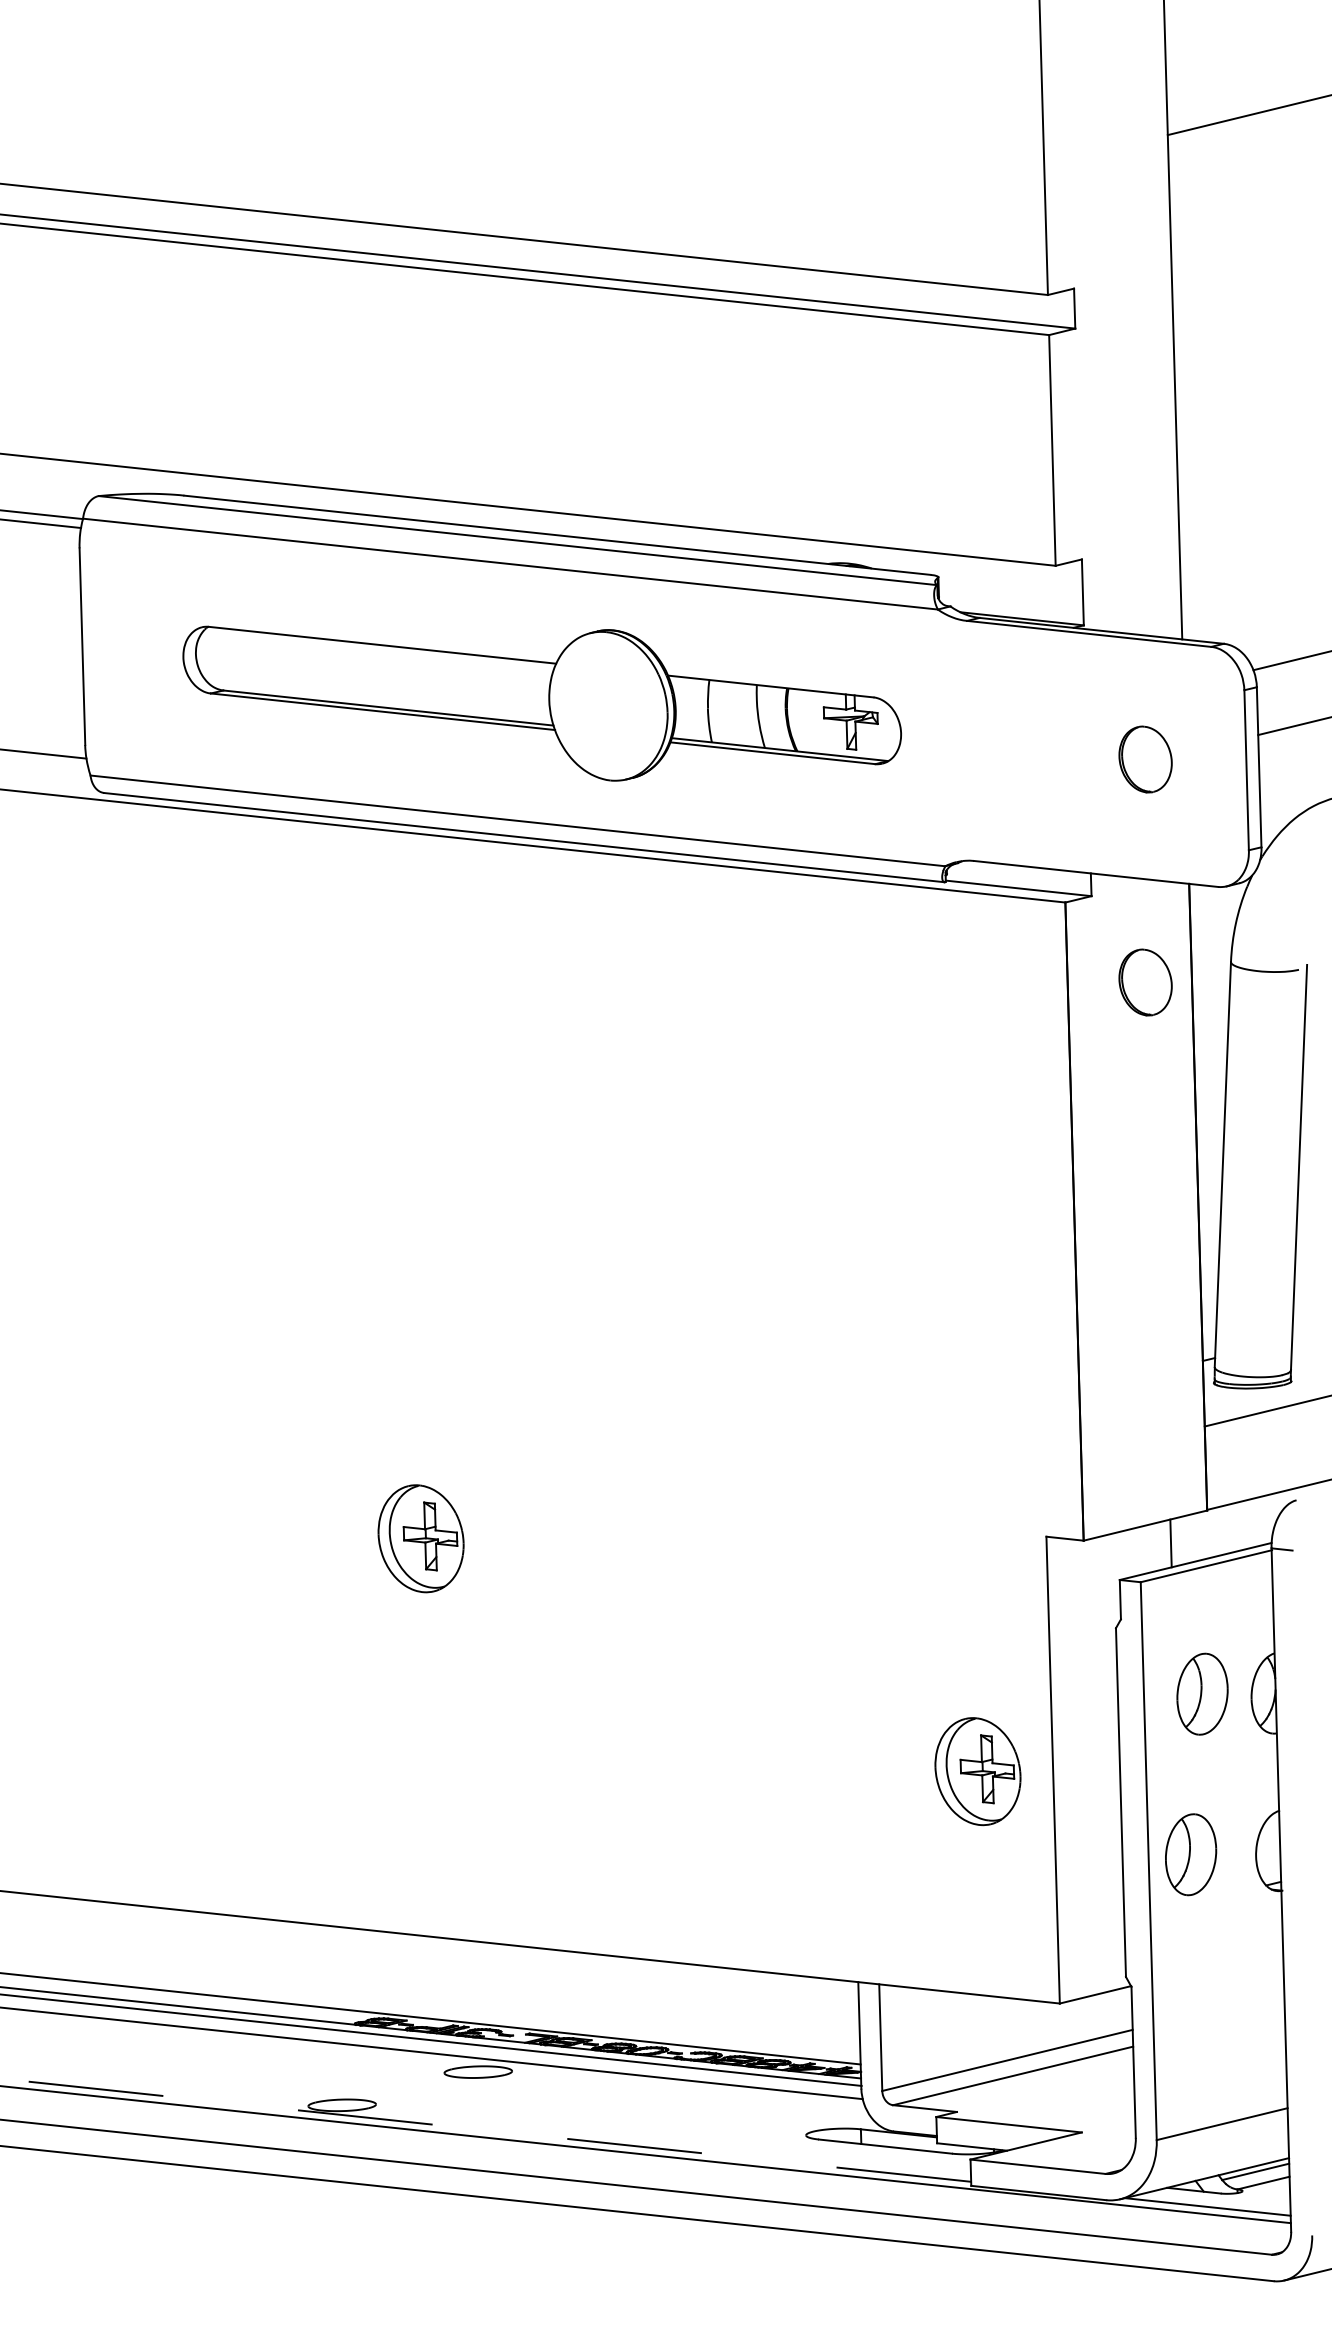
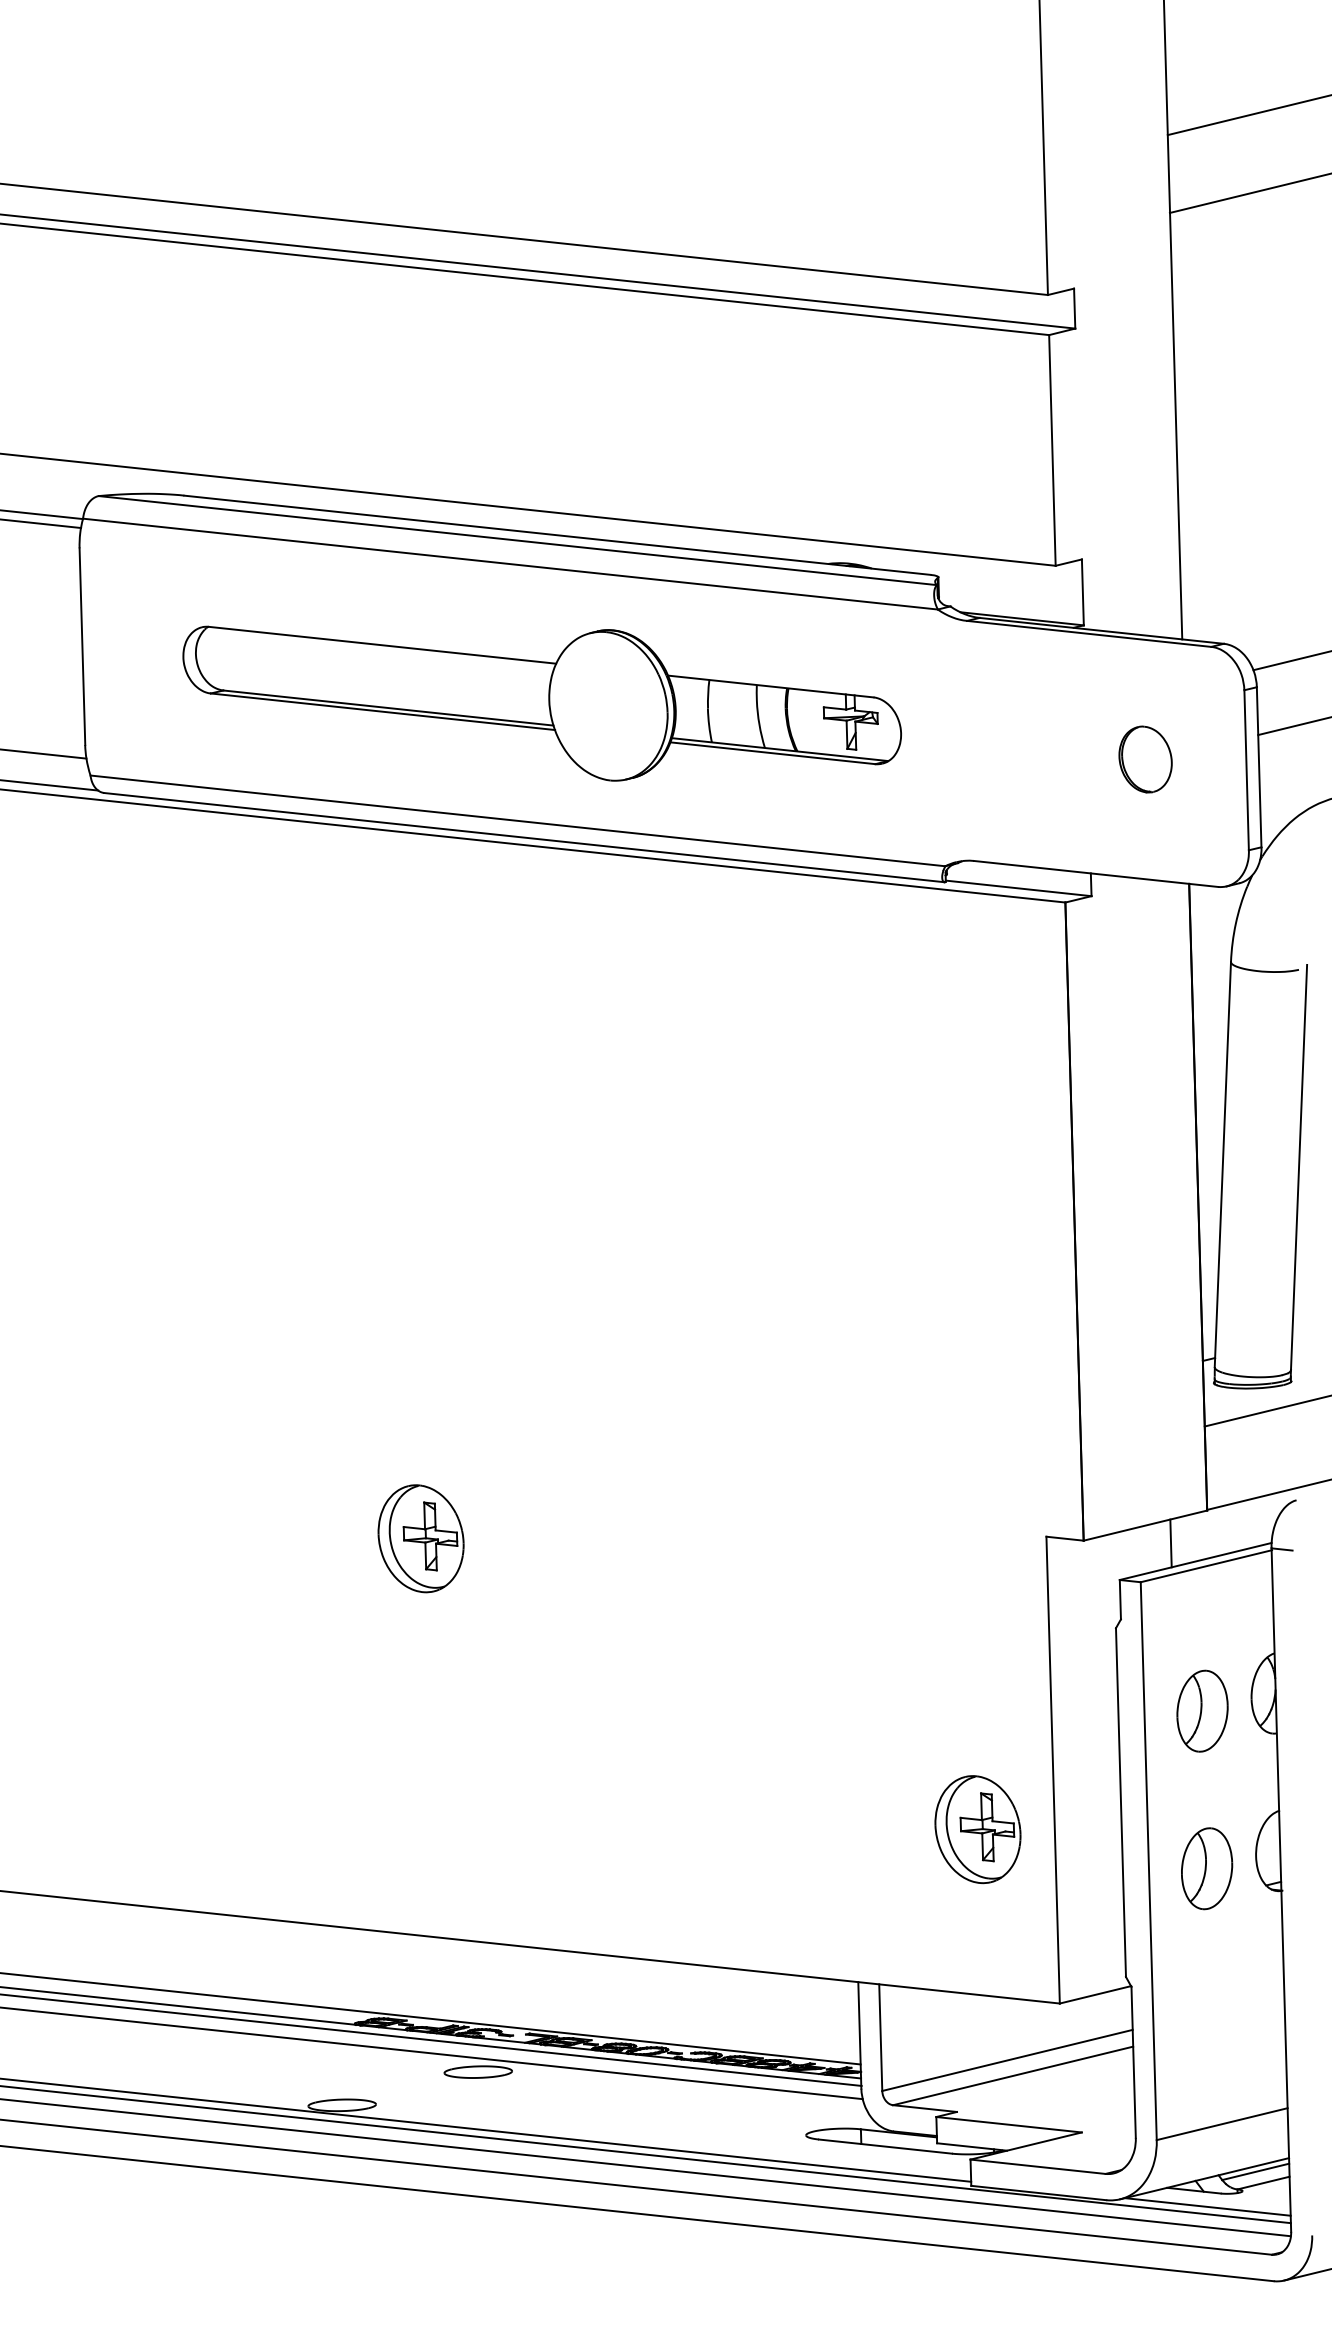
line at (1248, 193): none -> present
line at (50, 785): none -> present
part at (1145, 982): present -> none
part at (1202, 1693) position: (1202, 1693) -> (1202, 1710)
part at (977, 1771) position: (977, 1771) -> (977, 1829)
part at (1191, 1854) position: (1191, 1854) -> (1207, 1868)
line at (485, 2130): dashed -> solid
line at (646, 2167): none -> present
